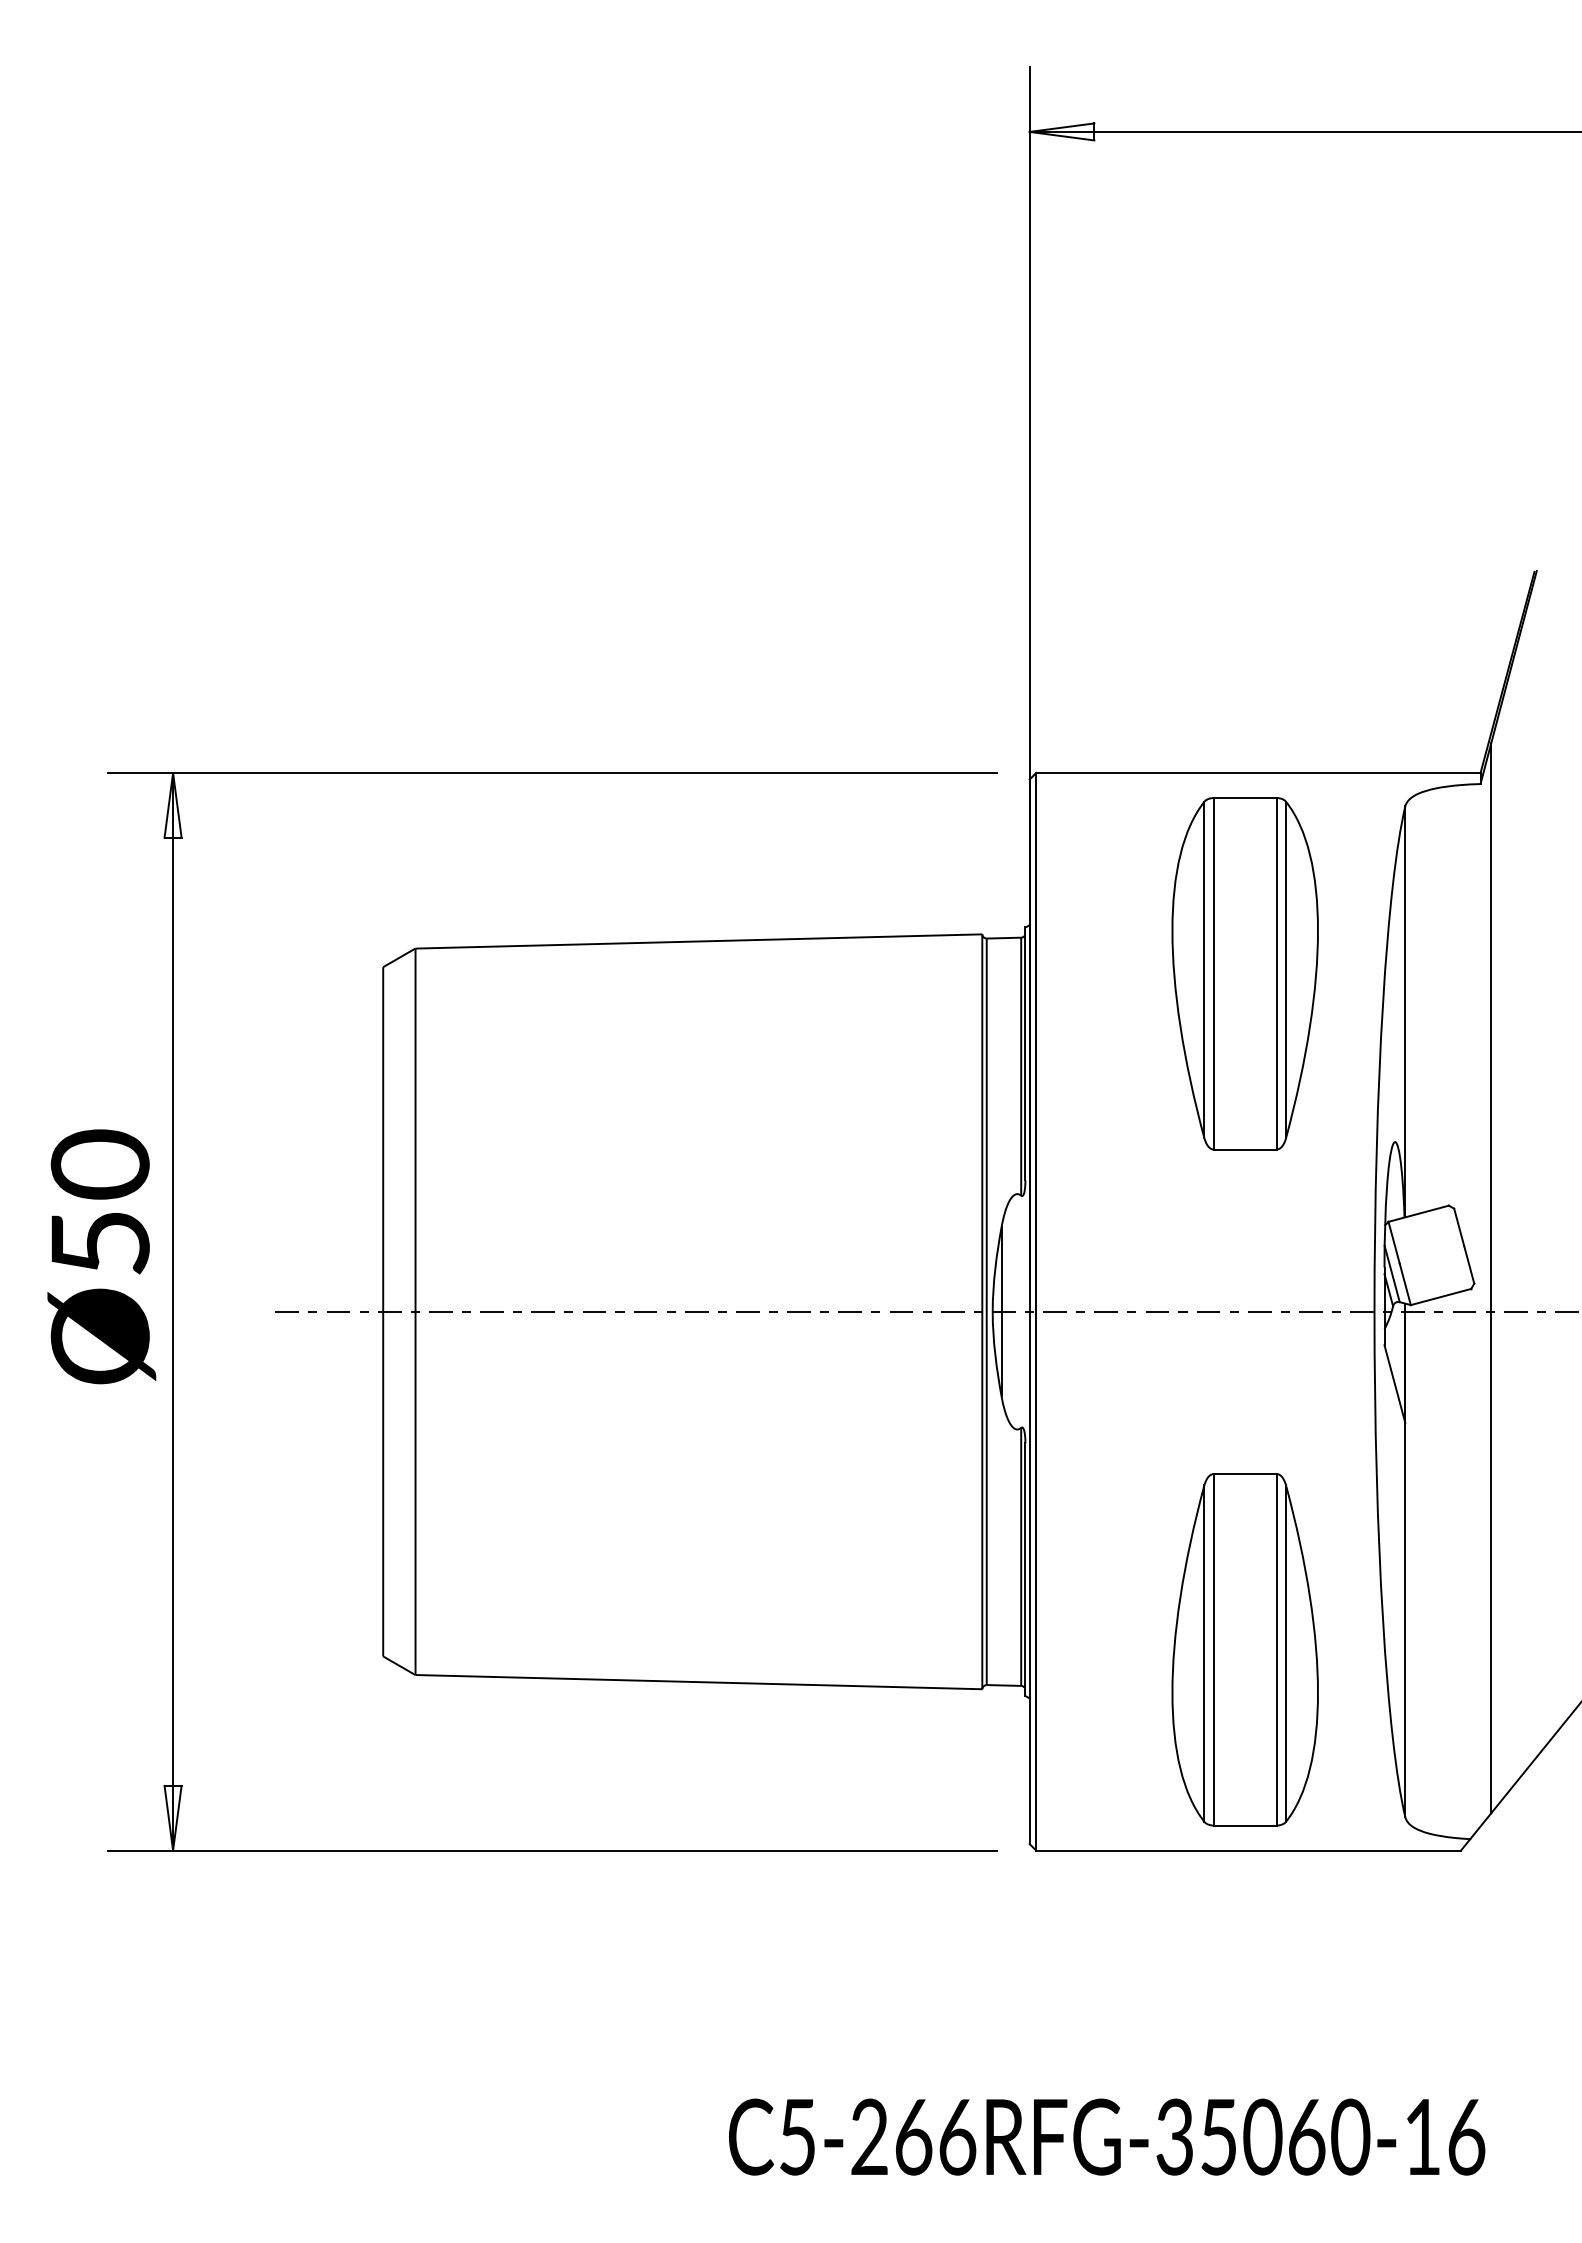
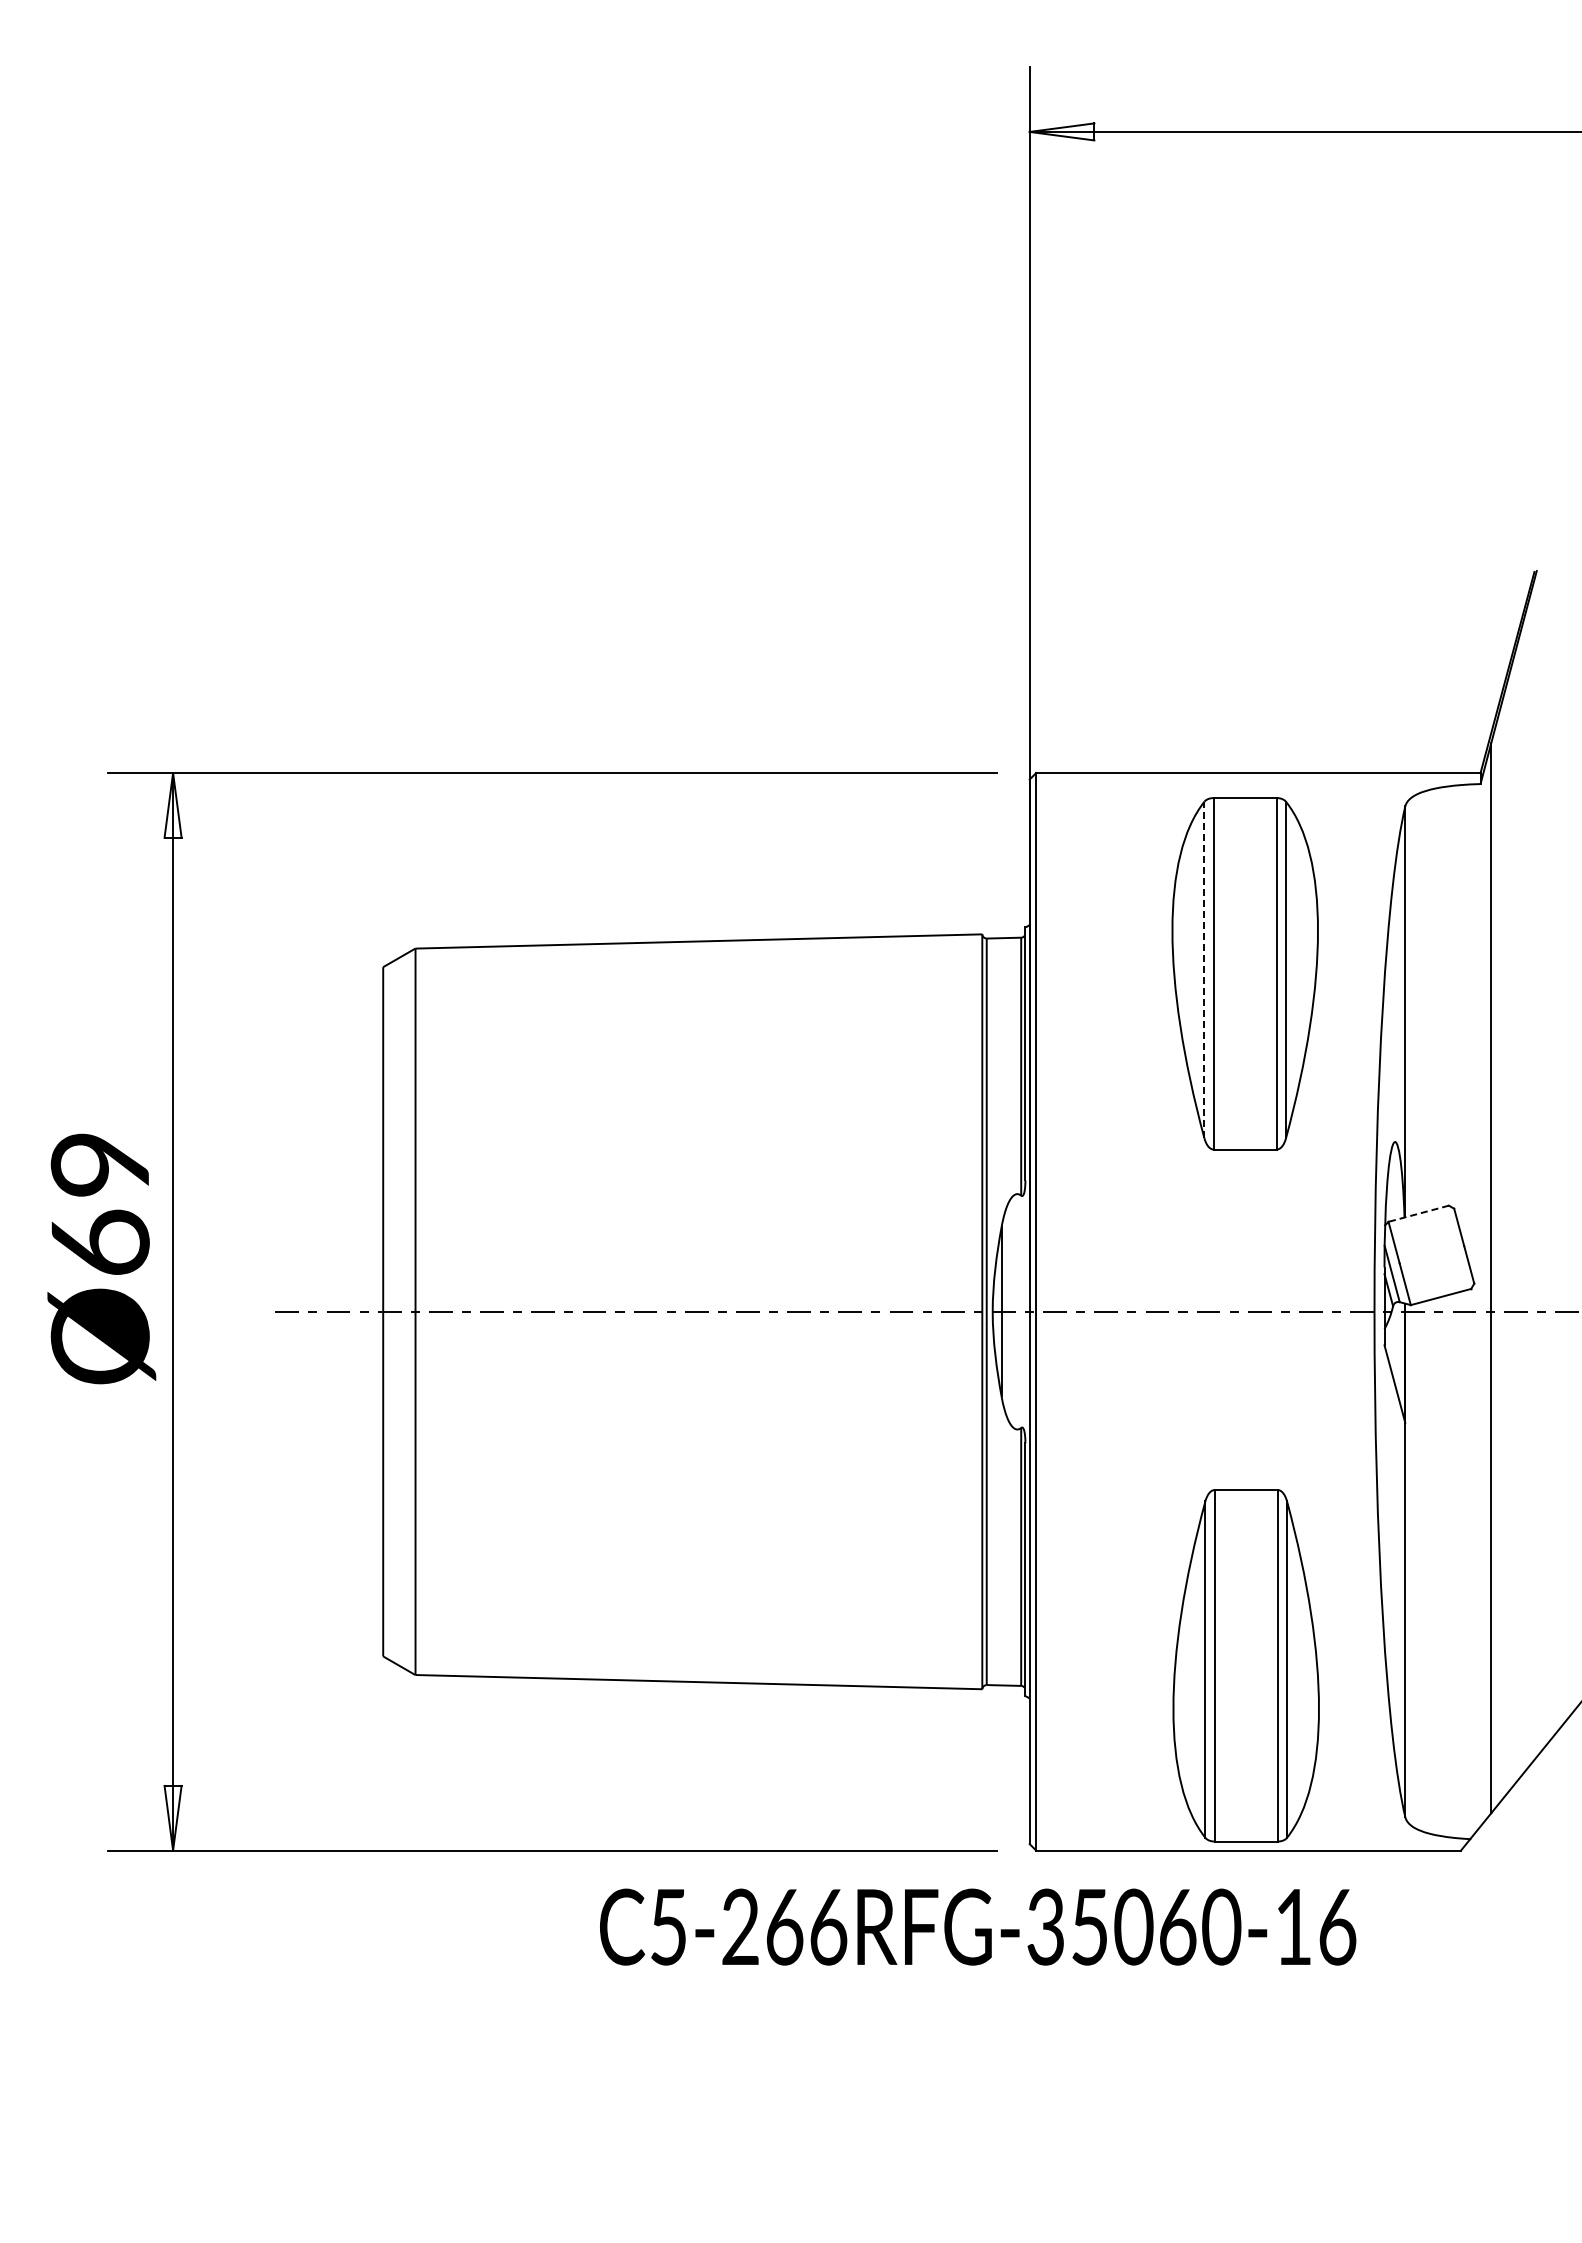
line at (1204, 969): solid -> dashed
text at (100, 1201): Ø50 -> Ø69
line at (1418, 1213): solid -> dashed
part at (1244, 1649) position: (1244, 1649) -> (1245, 1665)
text at (1107, 2136) position: (1107, 2136) -> (978, 1926)
